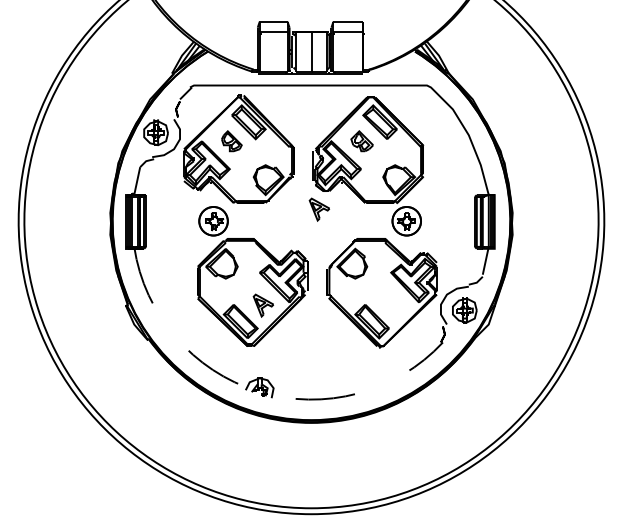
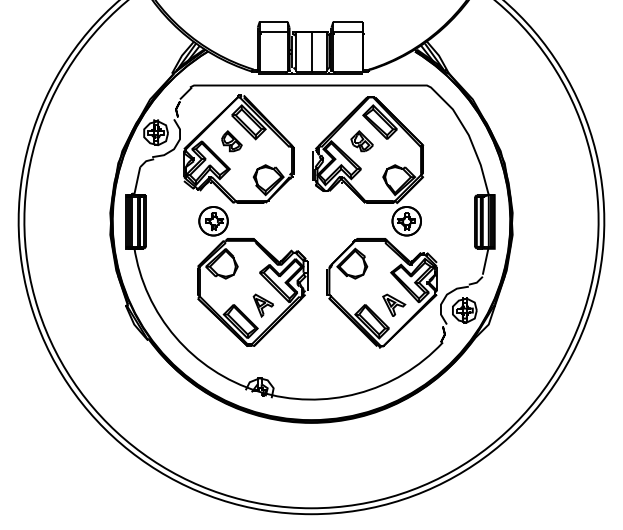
part at (318, 209): present -> none
part at (394, 304): none -> present
arc at (258, 391): dashed -> solid
